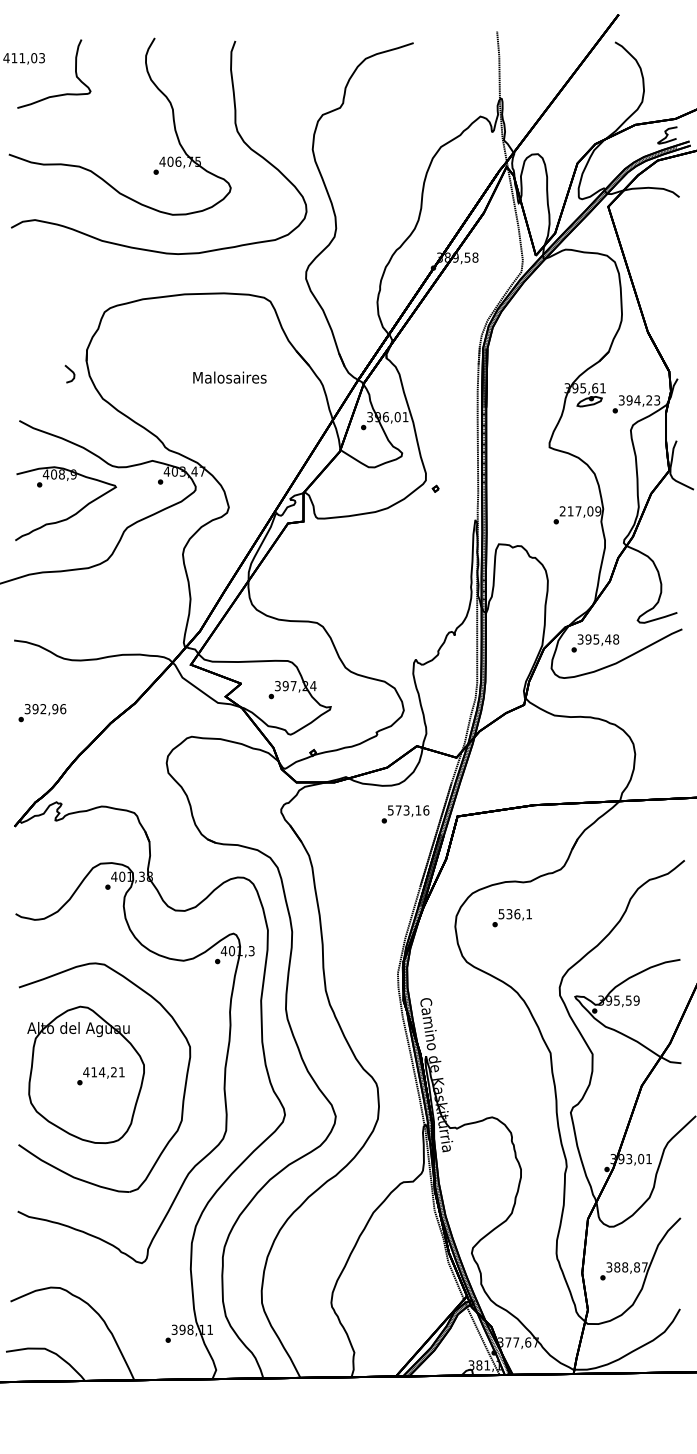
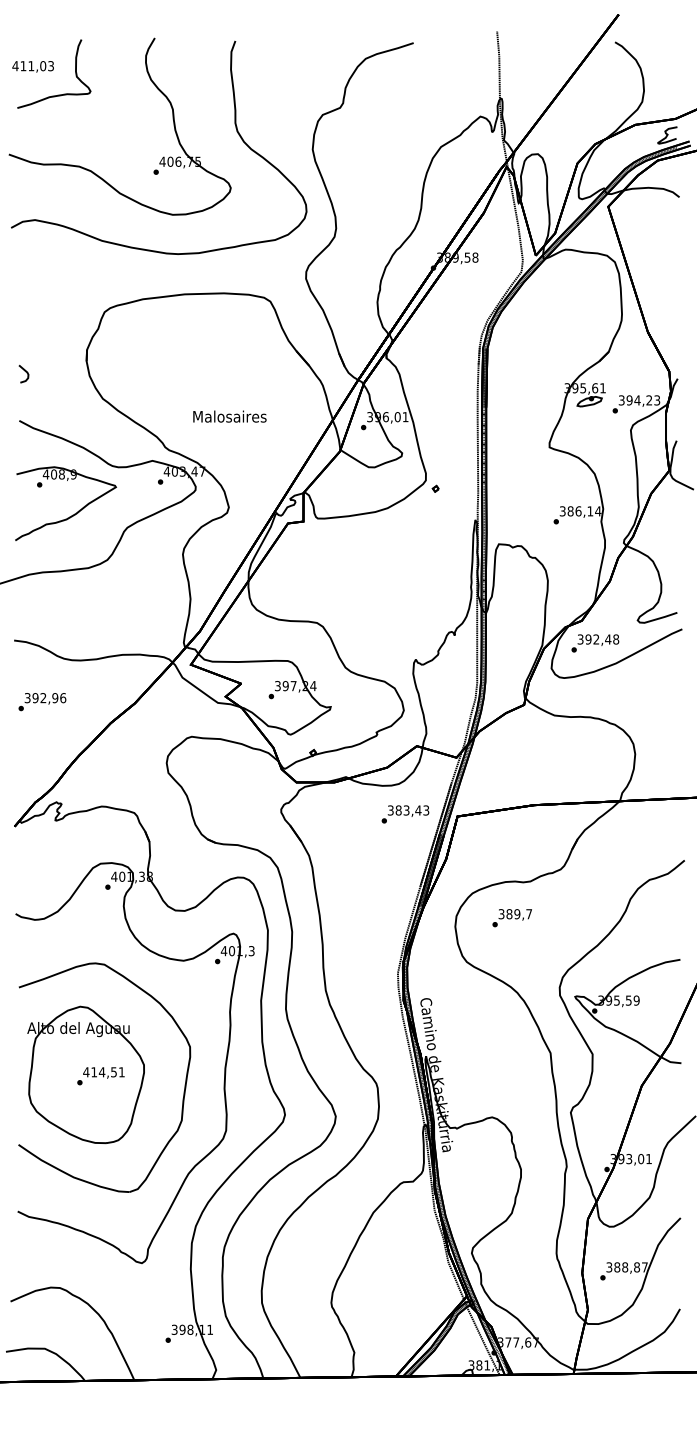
text at (23, 58) position: (23, 58) -> (32, 66)
curve at (70, 371) position: (70, 371) -> (24, 371)
text at (229, 377) position: (229, 377) -> (229, 416)
text at (580, 511): 217,09 -> 386,14
text at (596, 639): 395,48 -> 392,48
text at (42, 713) position: (42, 713) -> (42, 702)
text at (408, 810): 573,16 -> 383,43
text at (515, 914): 536,1 -> 389,7
text at (113, 1072): 414,21 -> 414,51
